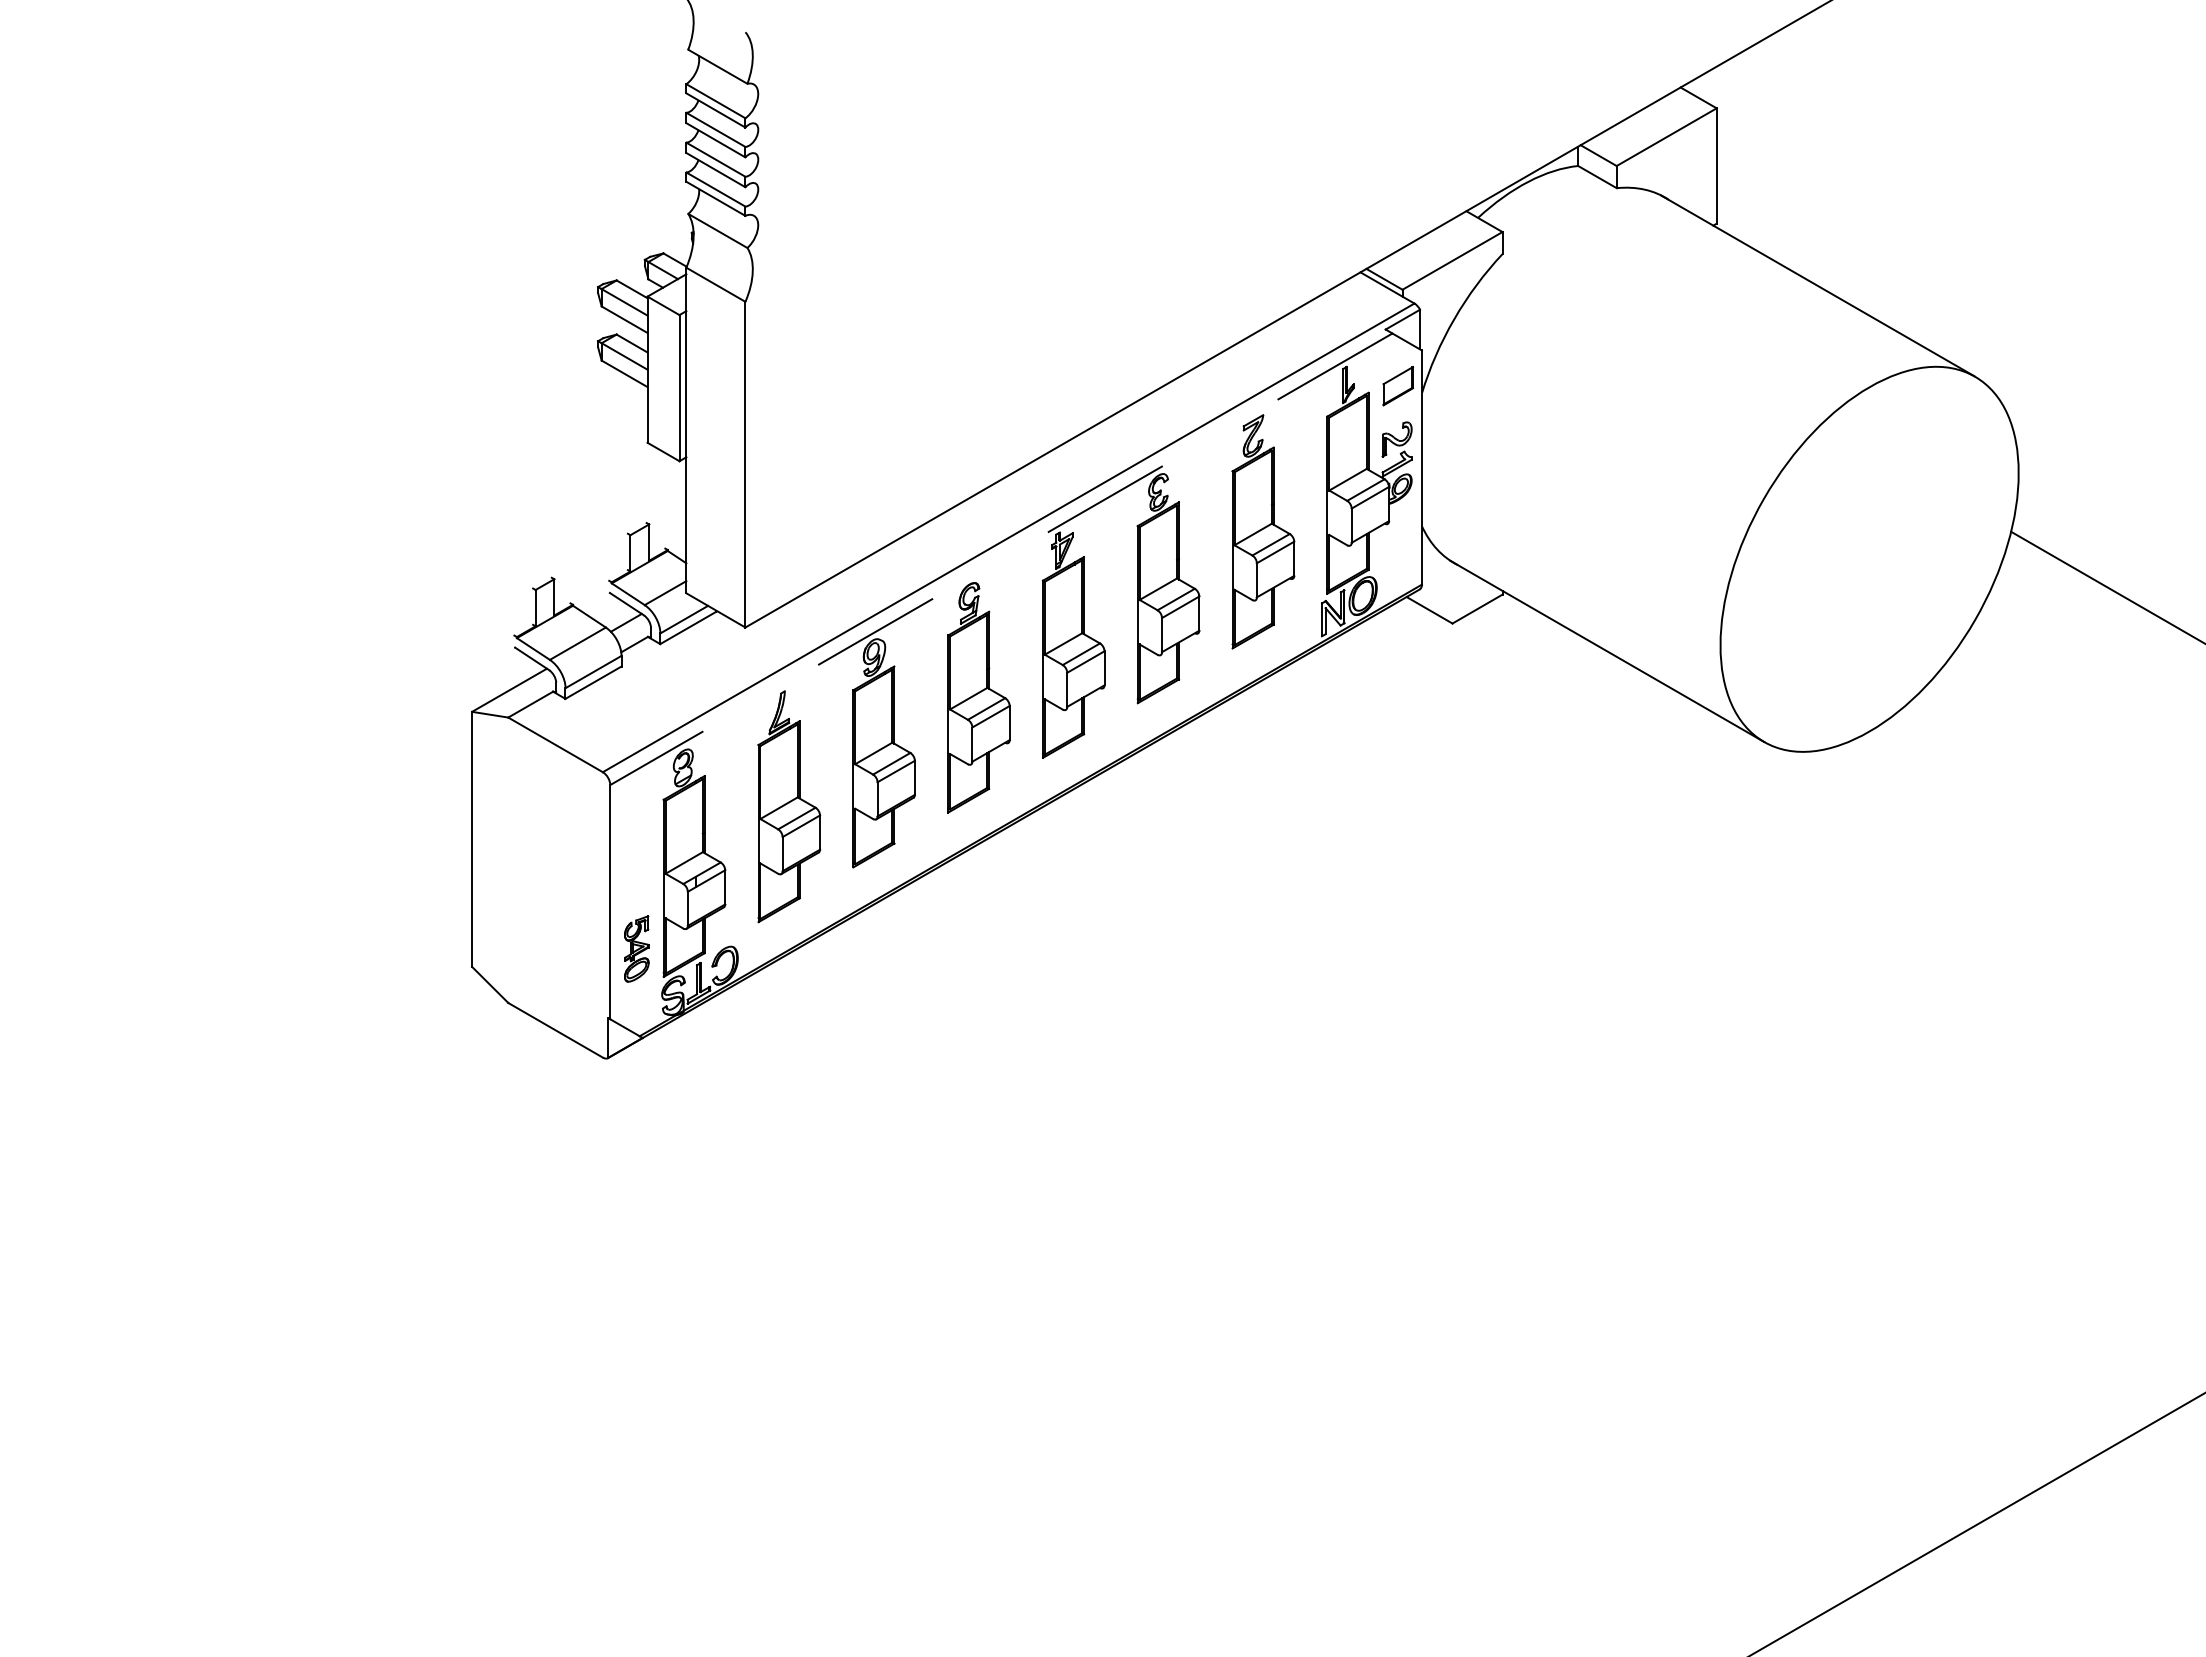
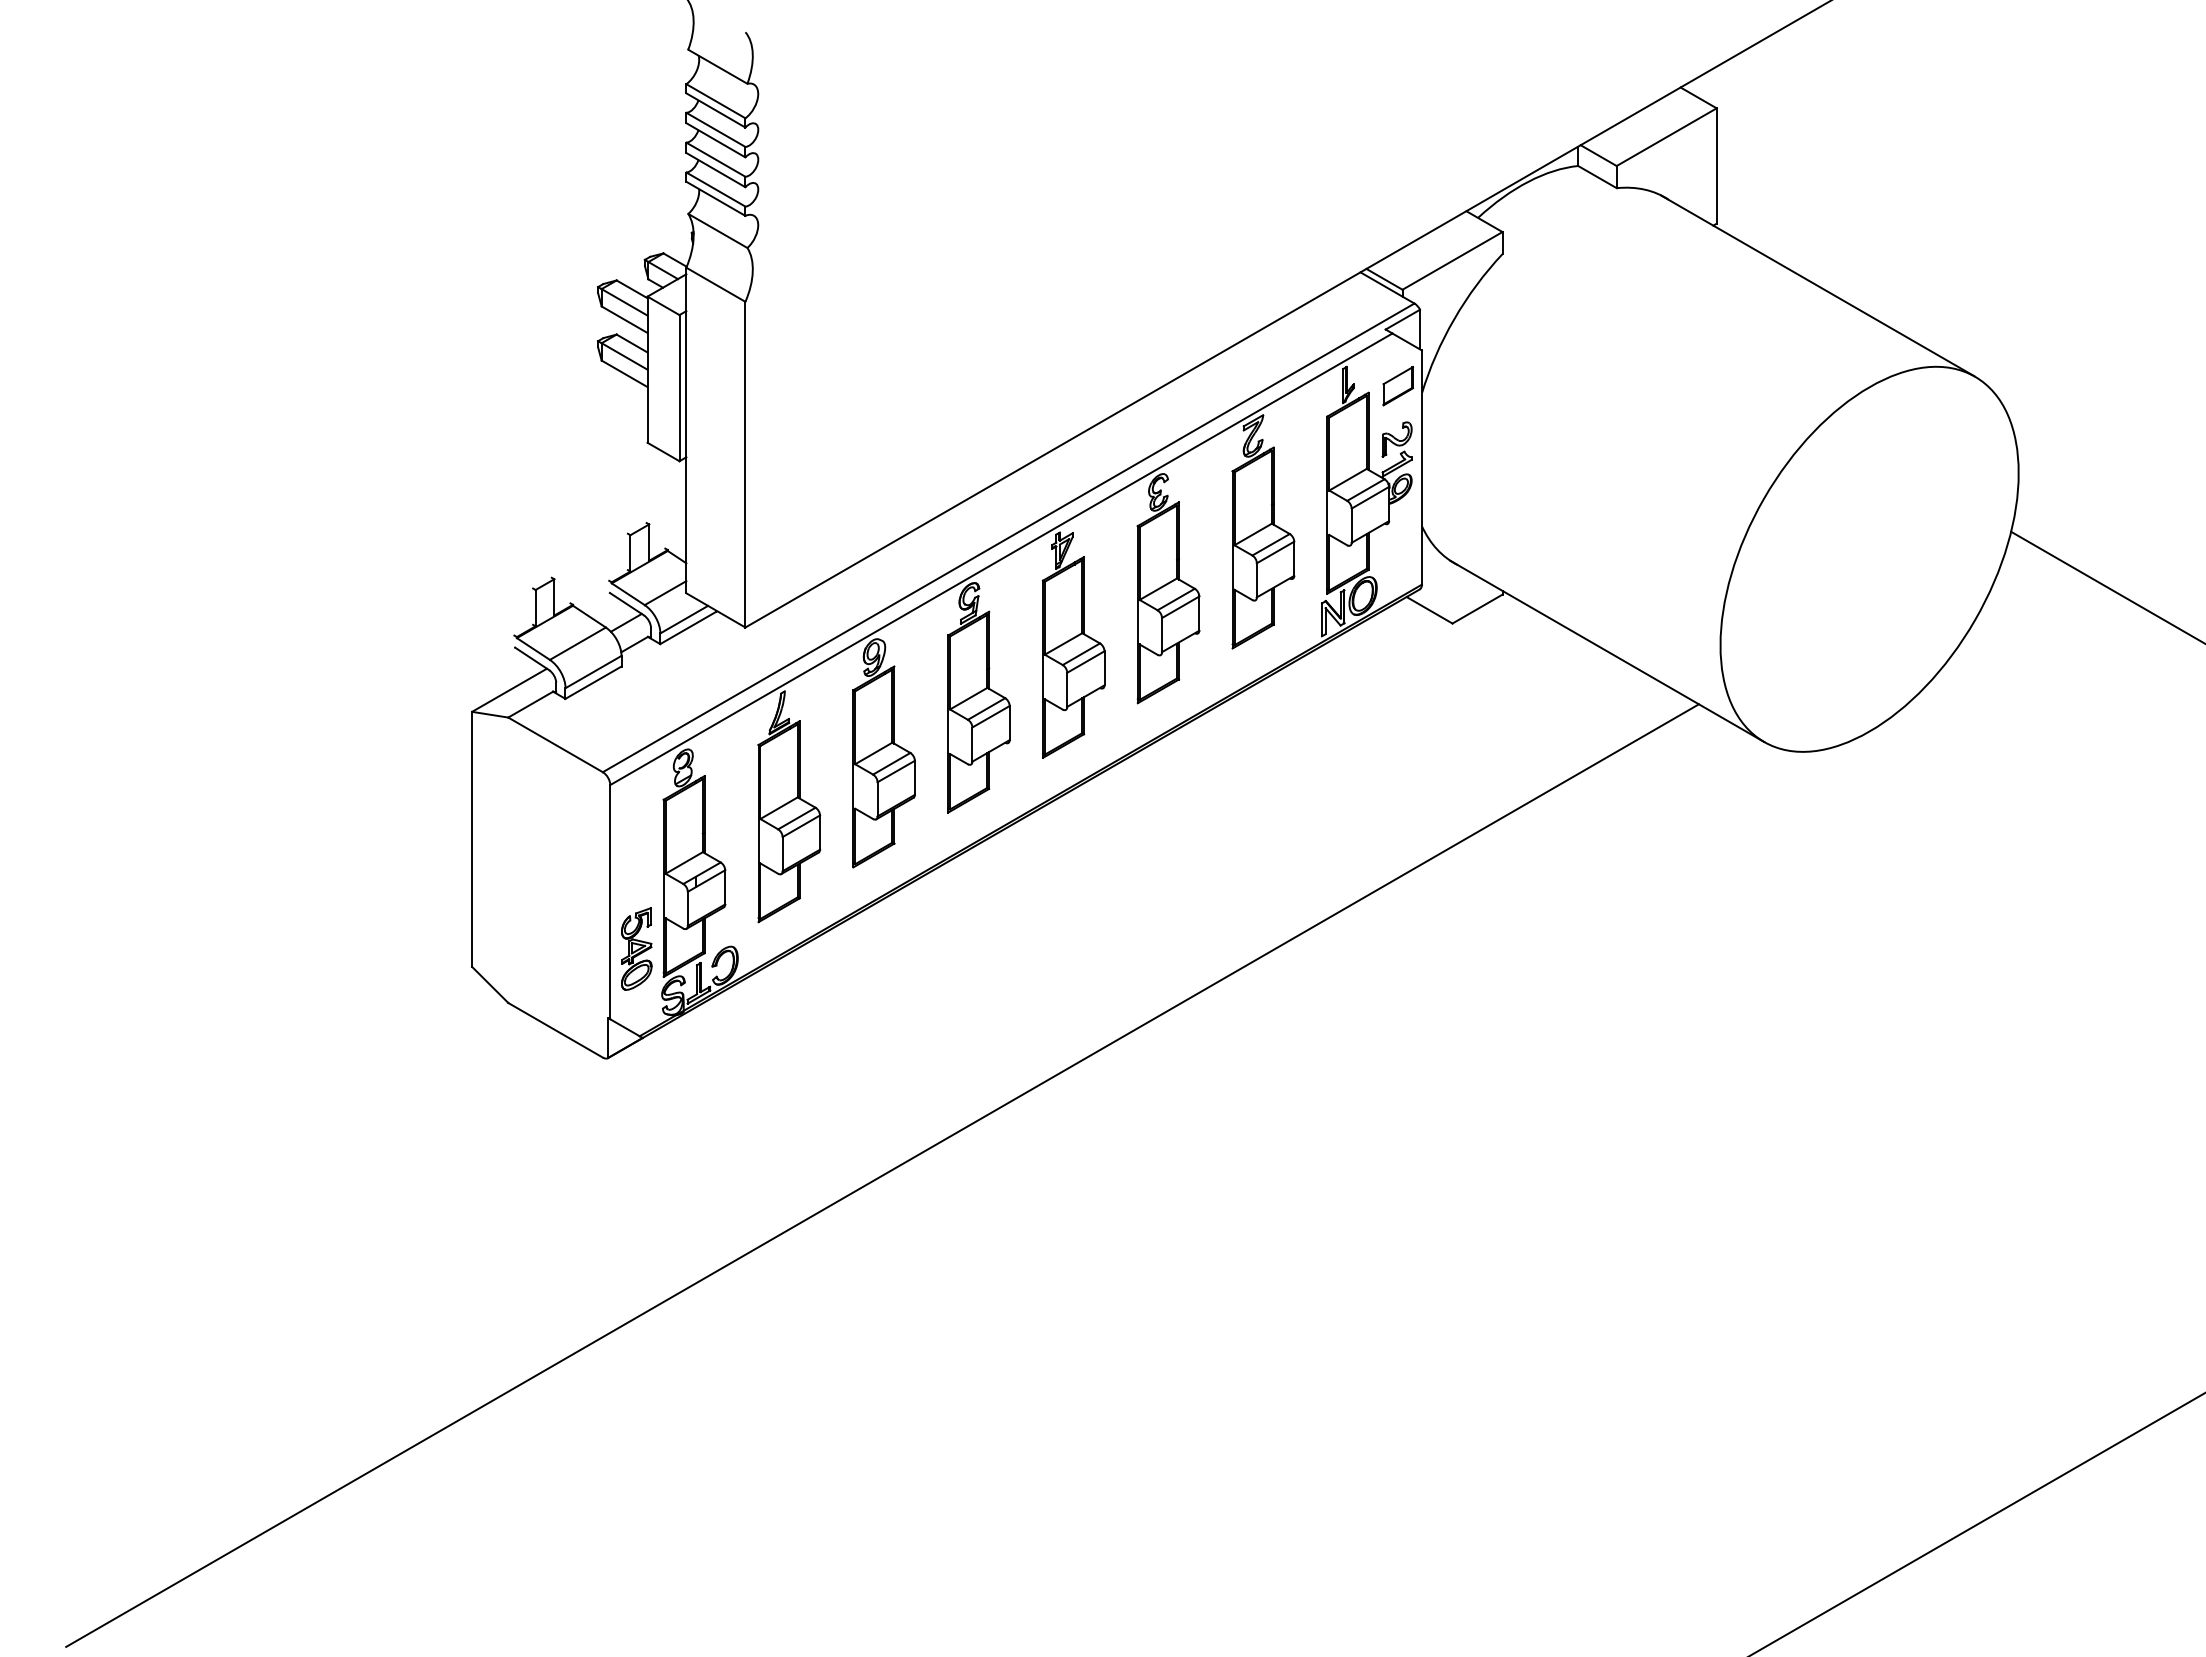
line at (1001, 559): dashed -> solid
part at (636, 948) size: 26x68 px -> 32x84 px
line at (882, 1175): none -> present
